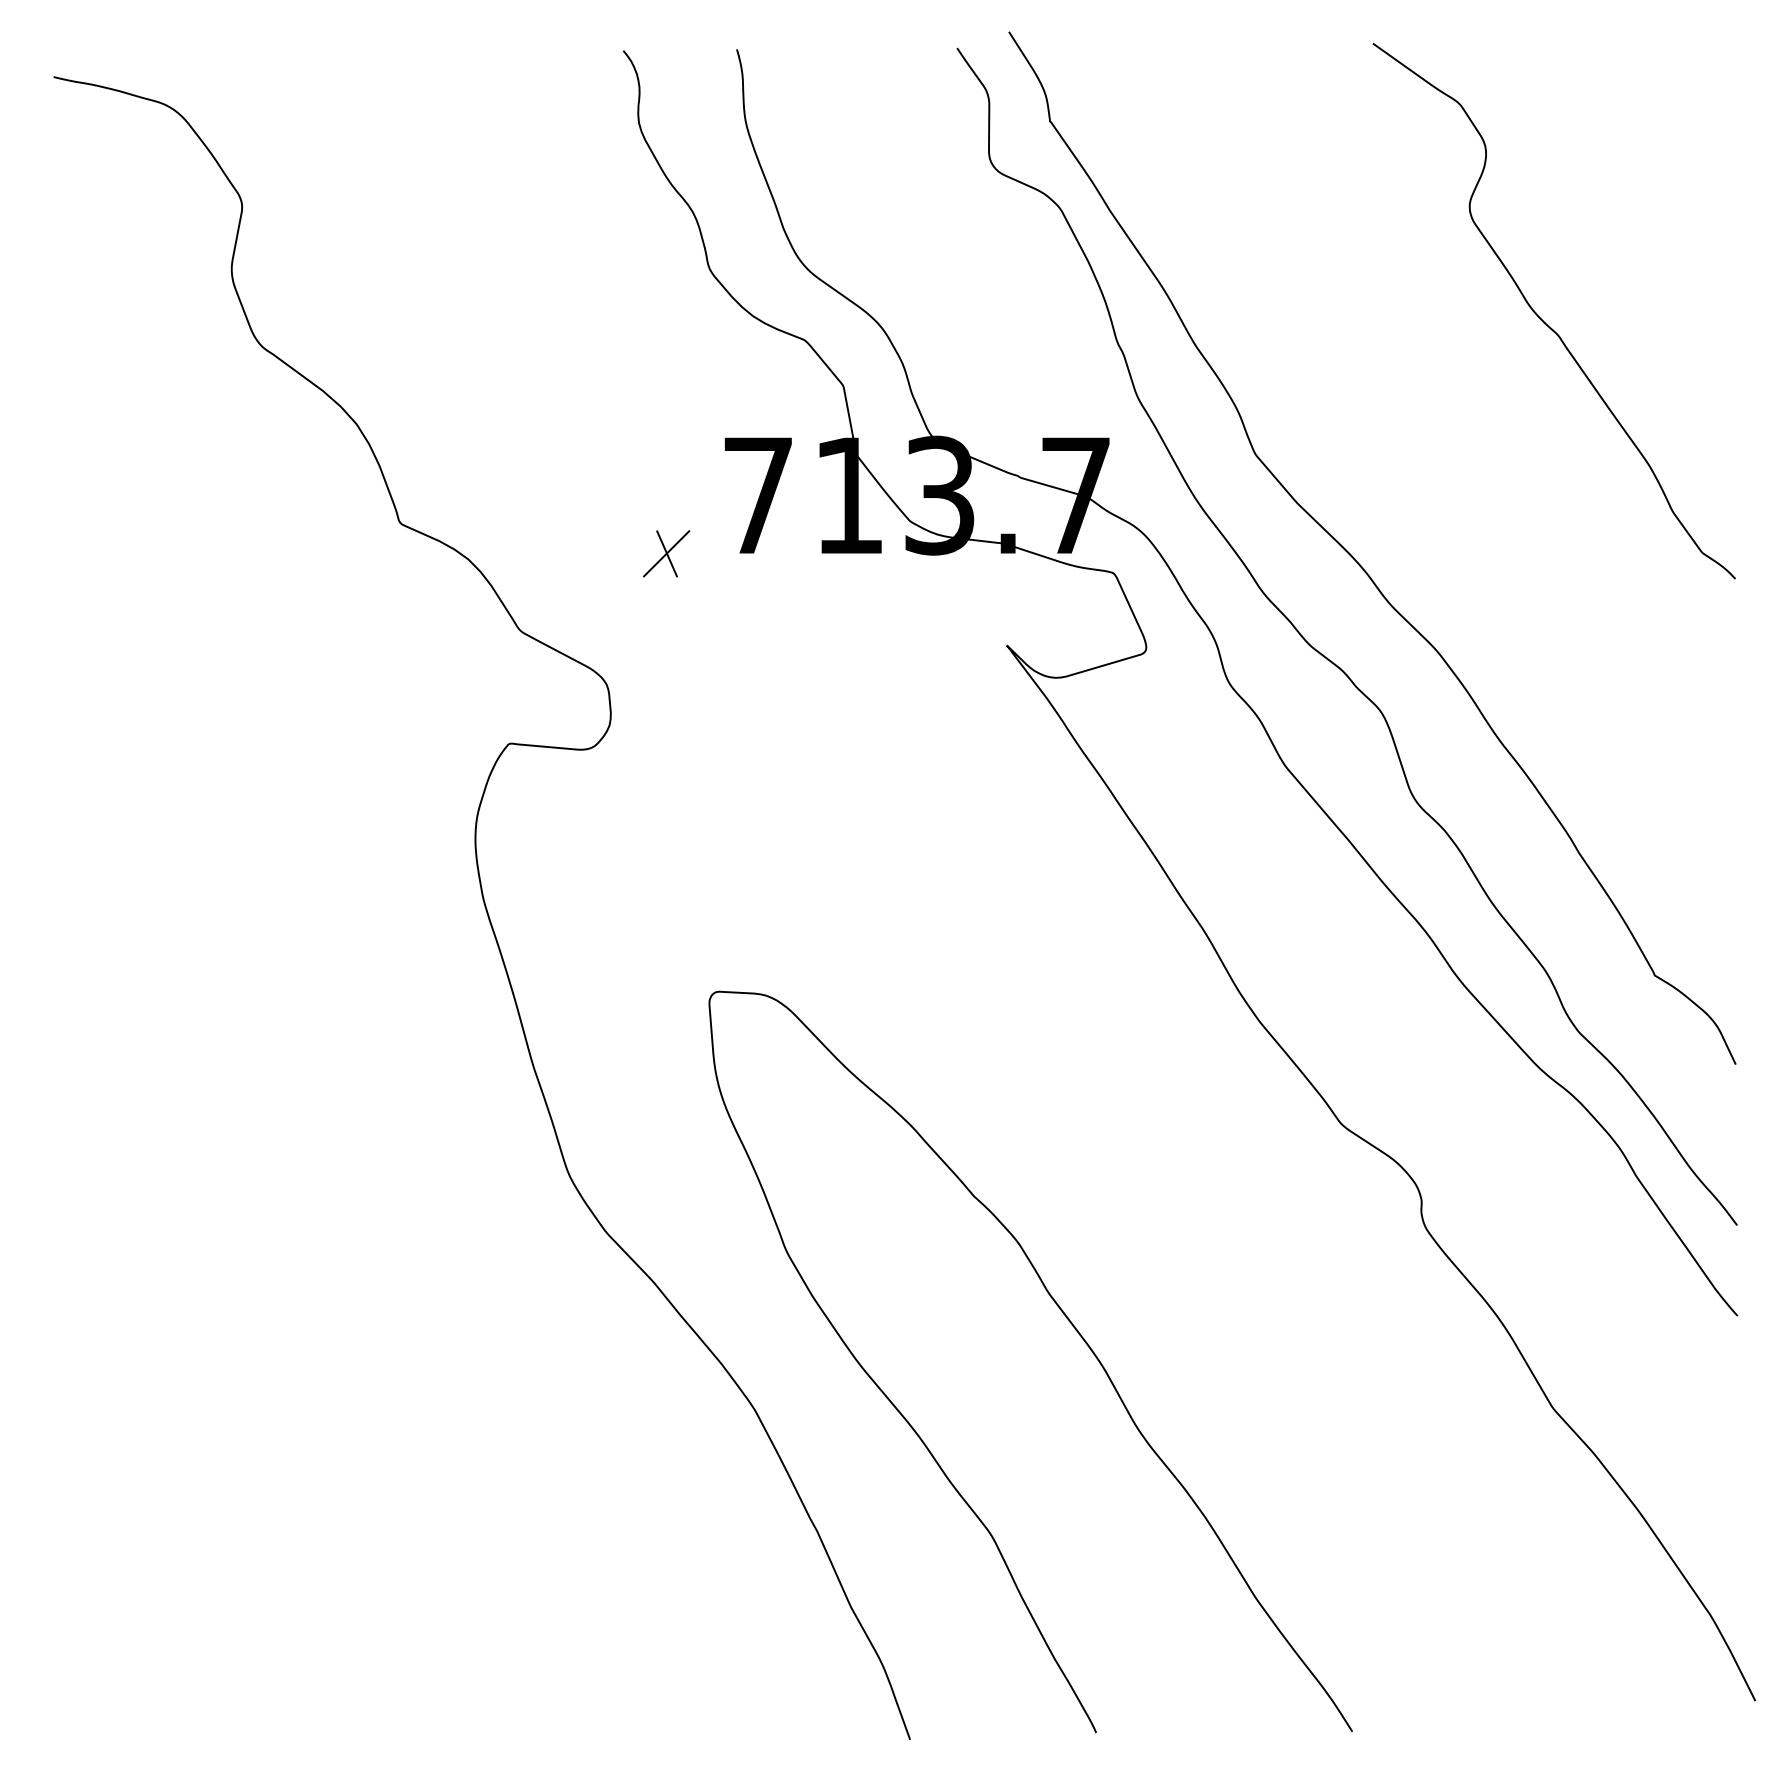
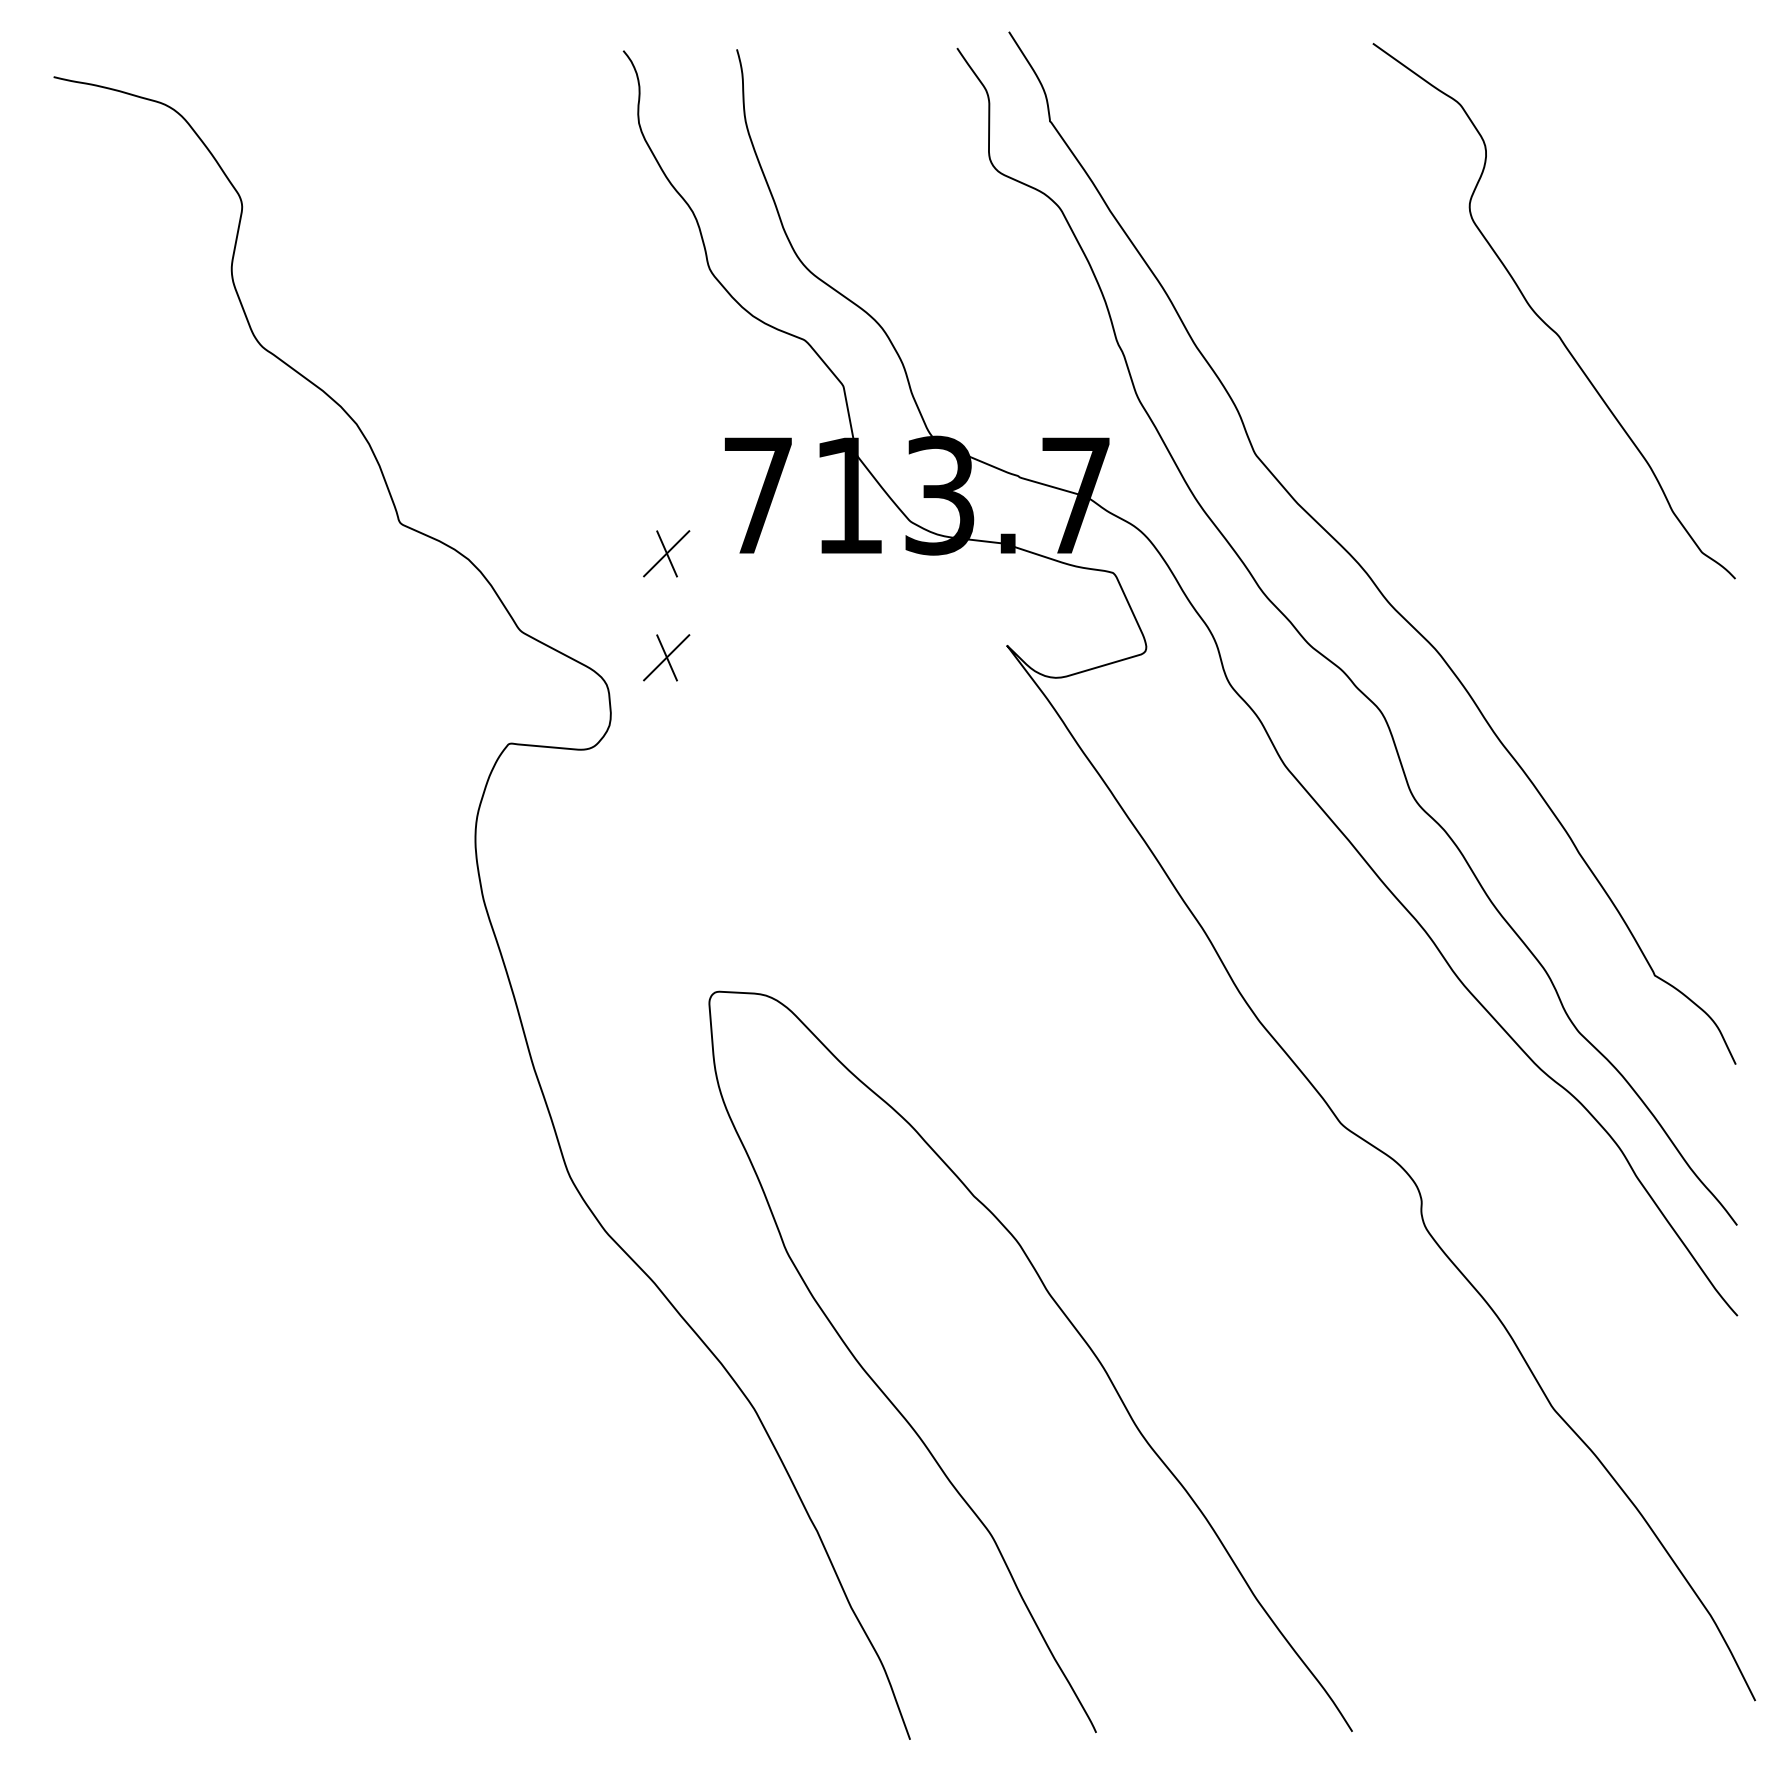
part at (666, 657): none -> present
